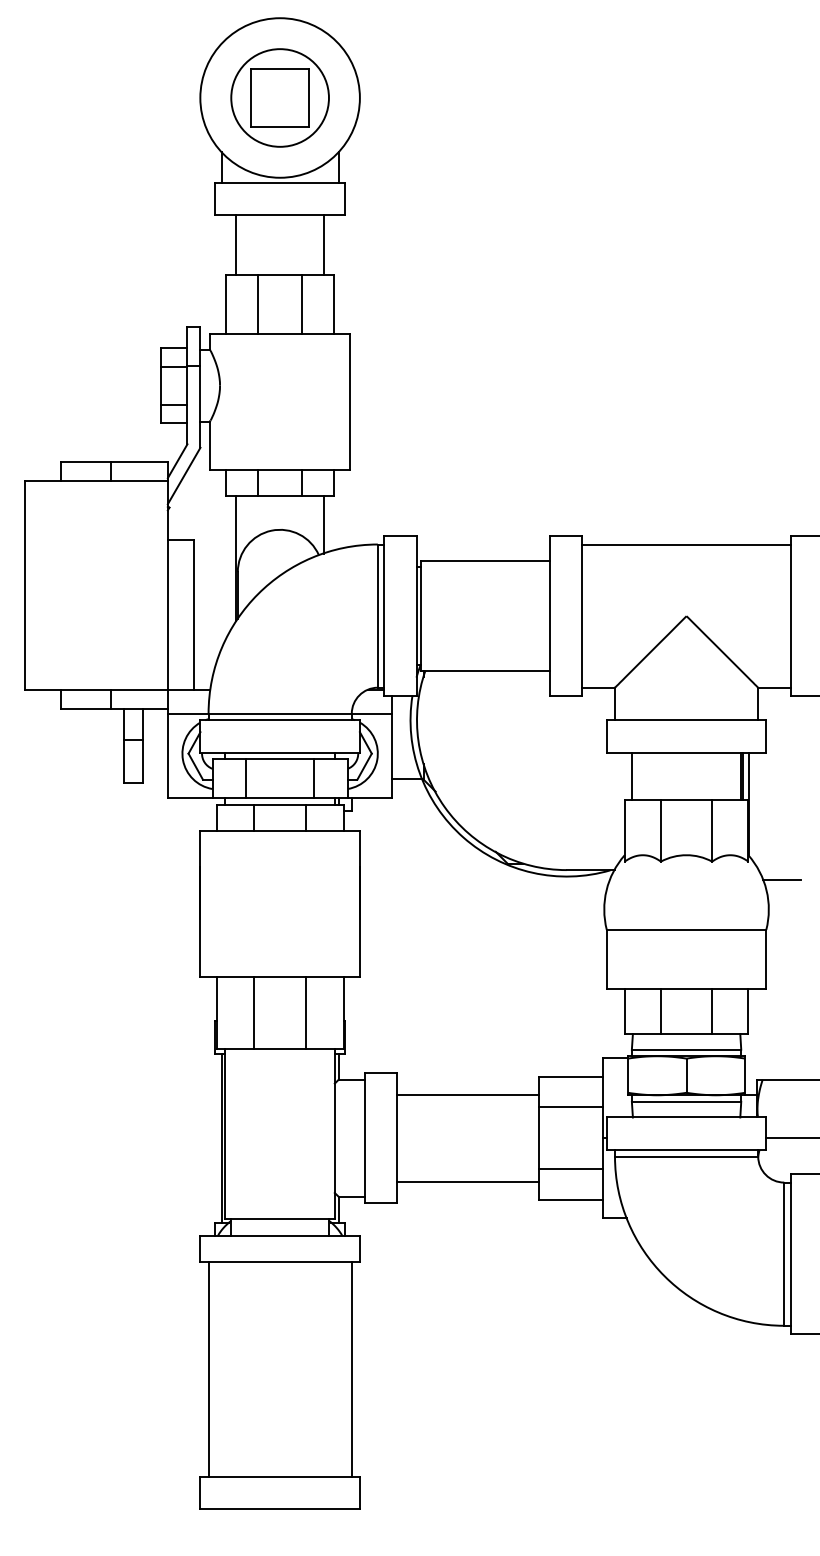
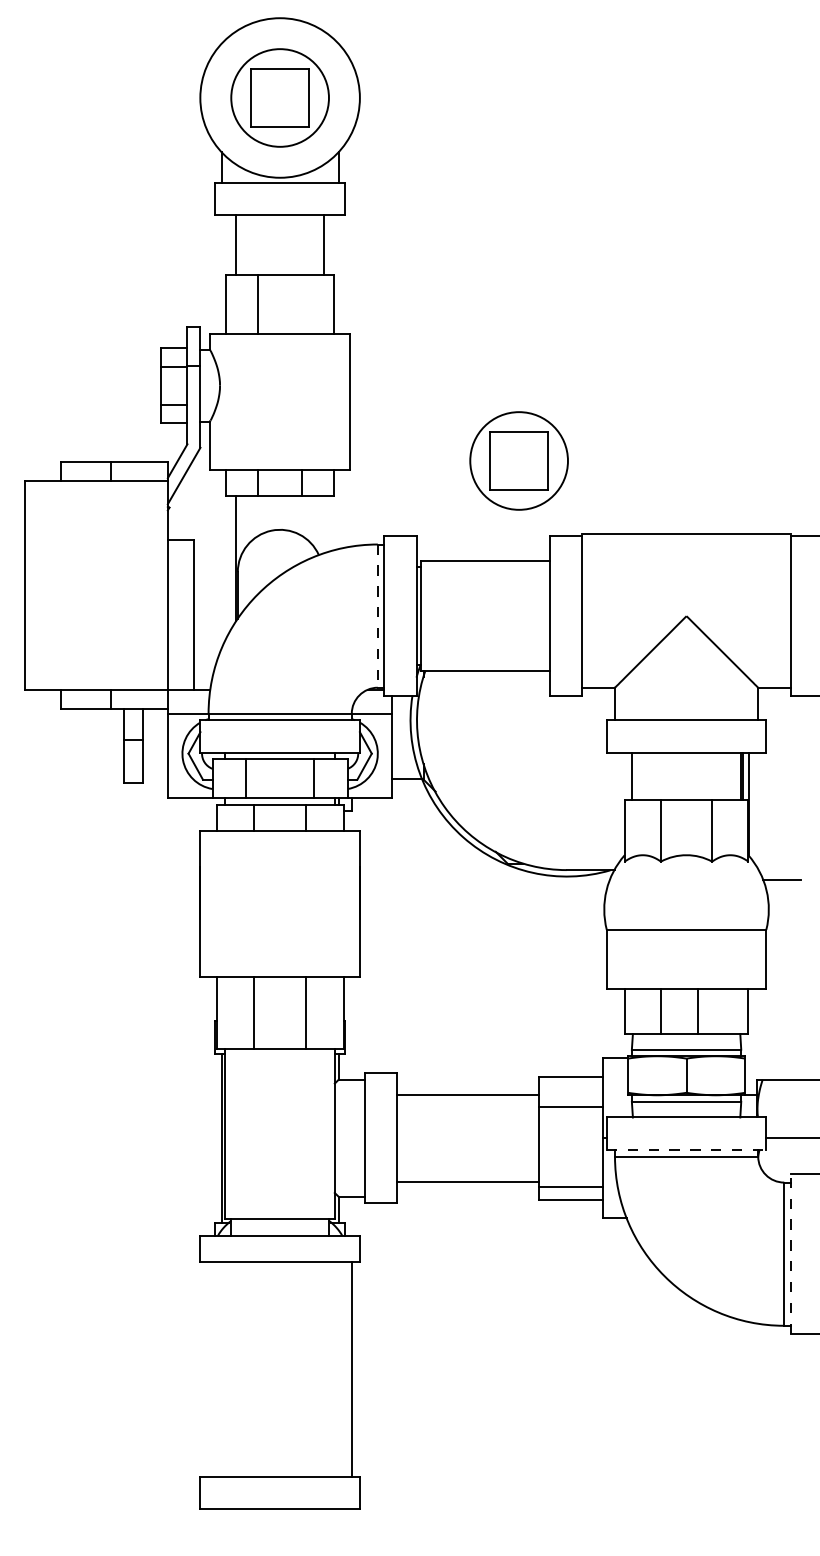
line at (302, 304): present -> none
part at (518, 460): none -> present
line at (323, 524): present -> none
line at (686, 544) position: (686, 544) -> (686, 533)
line at (377, 616): solid -> dashed
line at (712, 1011) position: (712, 1011) -> (698, 1011)
line at (686, 1149): solid -> dashed
line at (570, 1169) position: (570, 1169) -> (570, 1187)
line at (790, 1254): solid -> dashed
line at (208, 1368): present -> none
